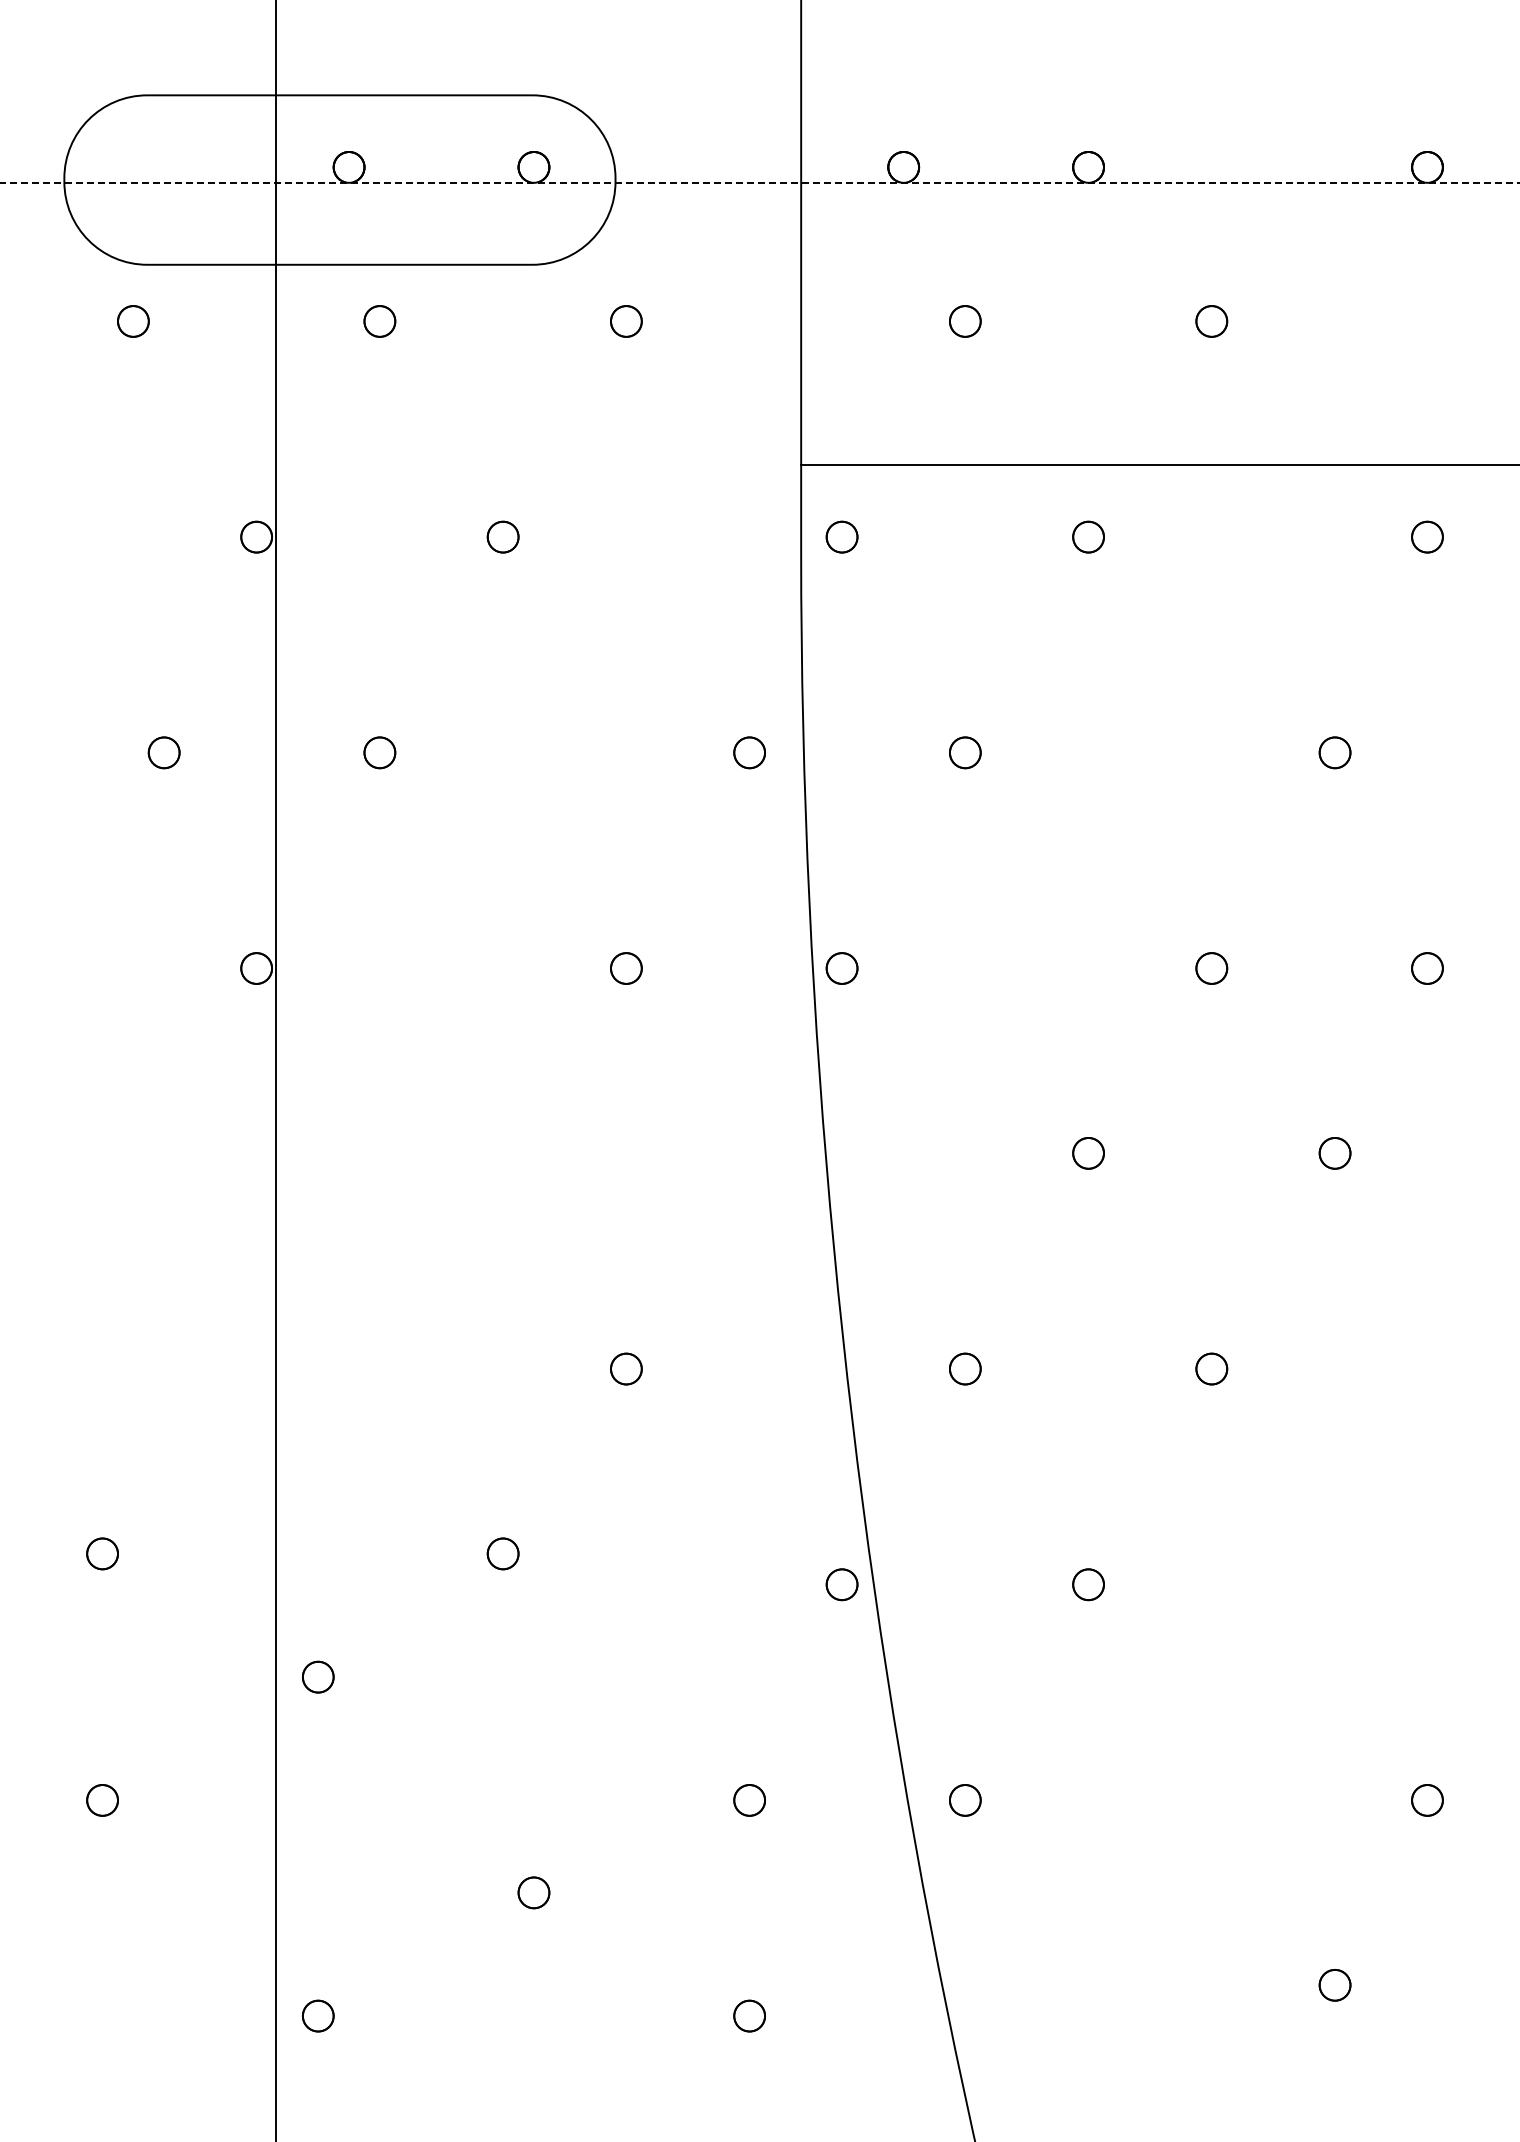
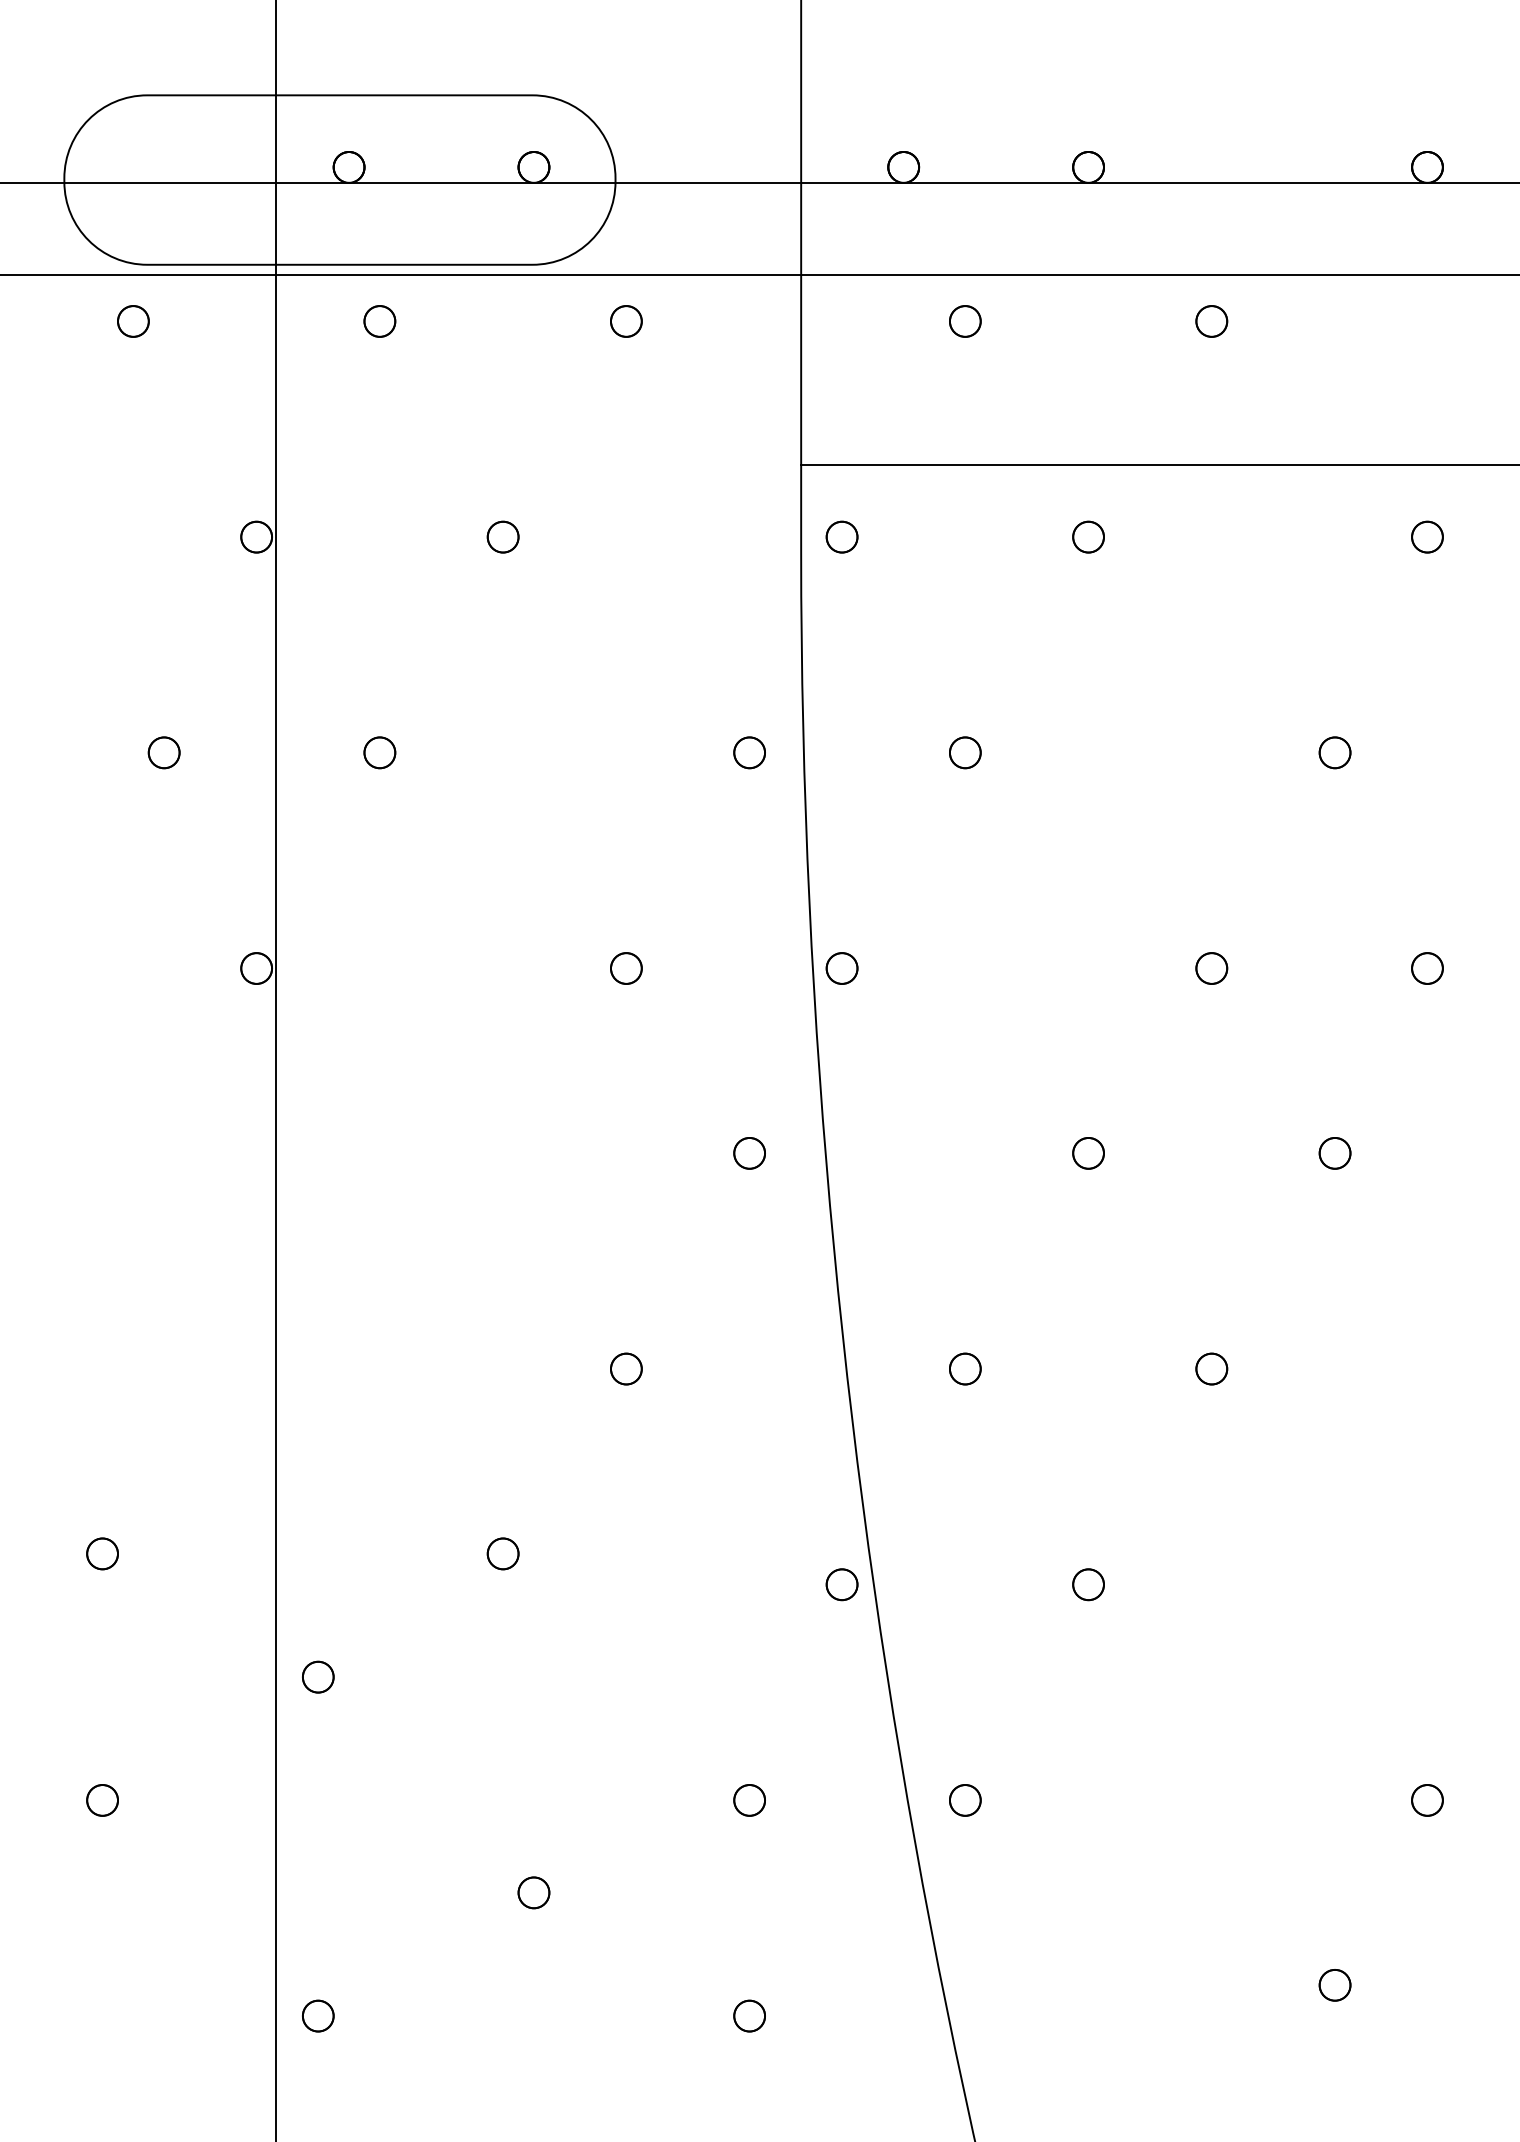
line at (759, 182): dashed -> solid
line at (759, 275): none -> present
part at (749, 1153): none -> present
